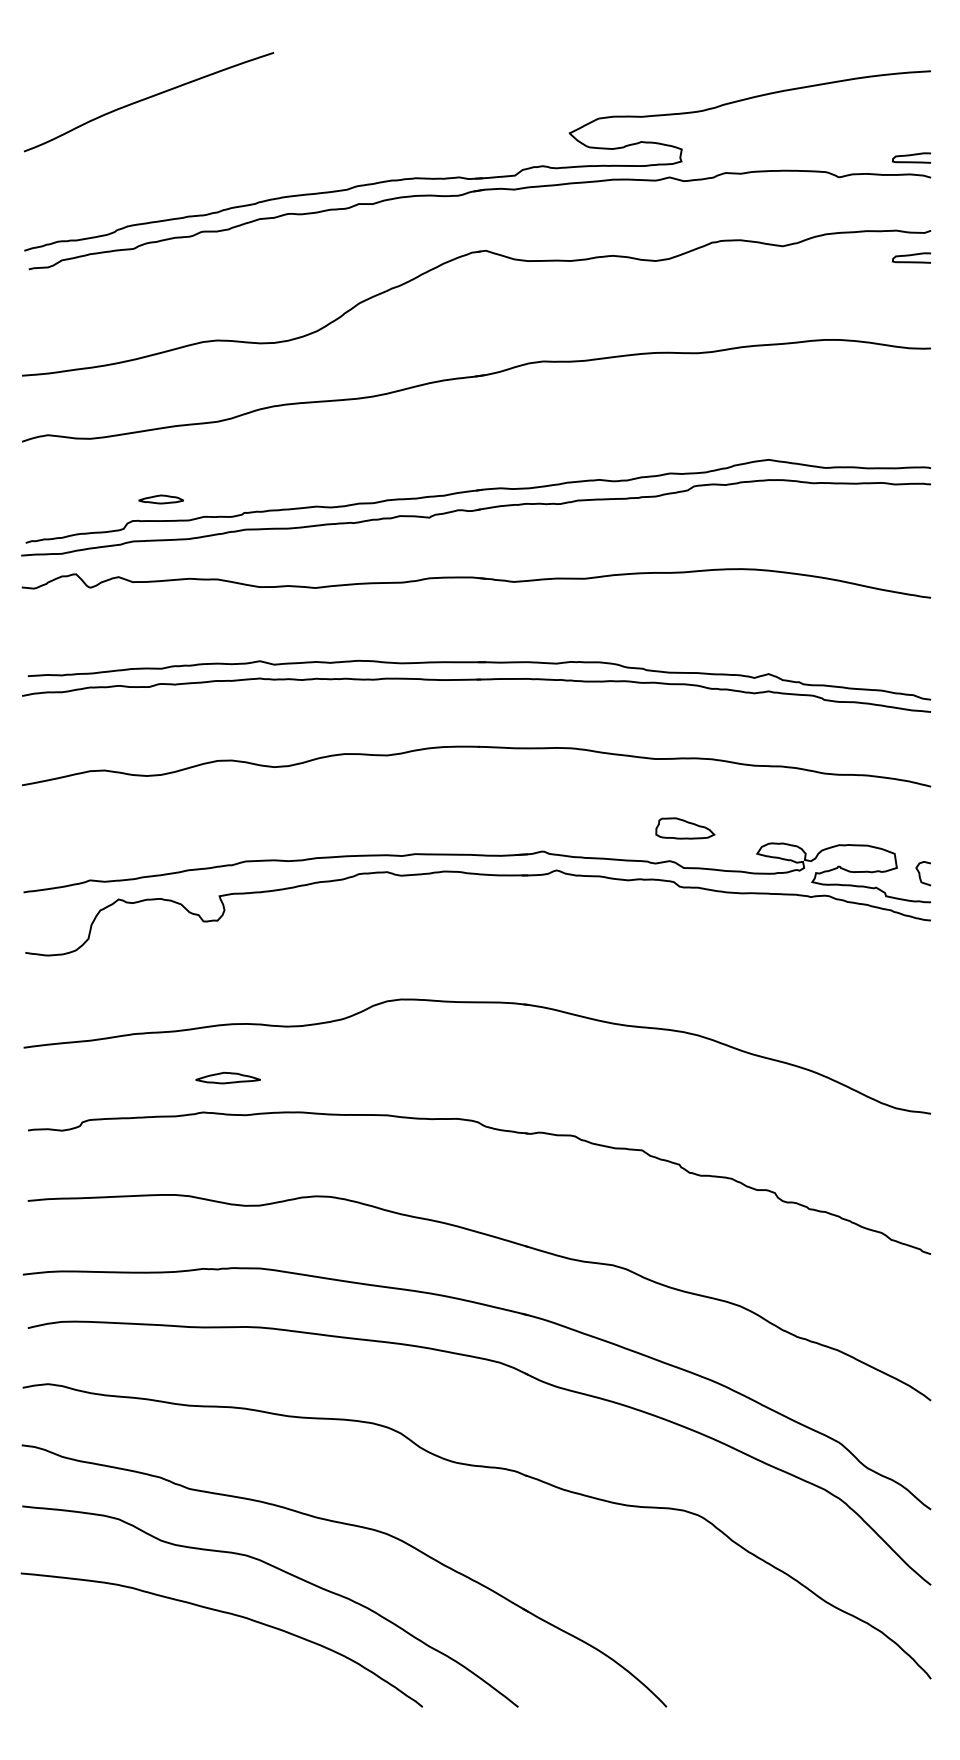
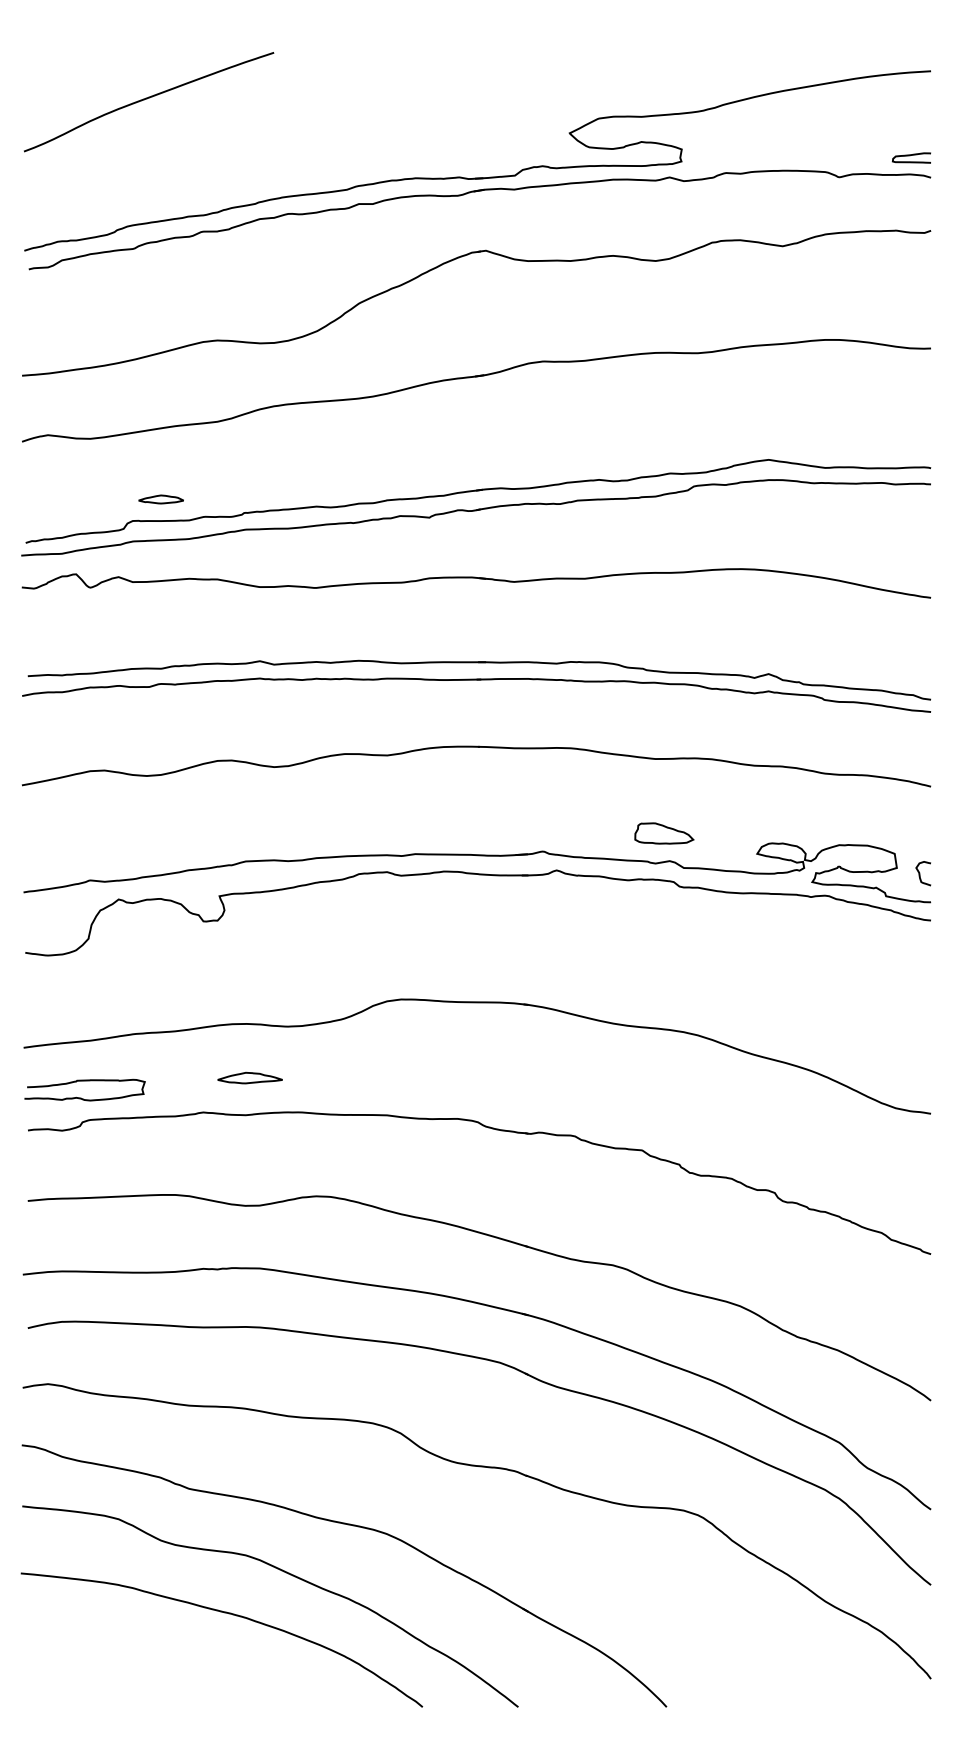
curve at (910, 256): present -> none
part at (685, 828) position: (685, 828) -> (664, 833)
part at (227, 1077) position: (227, 1077) -> (249, 1077)
curve at (84, 1081): none -> present
